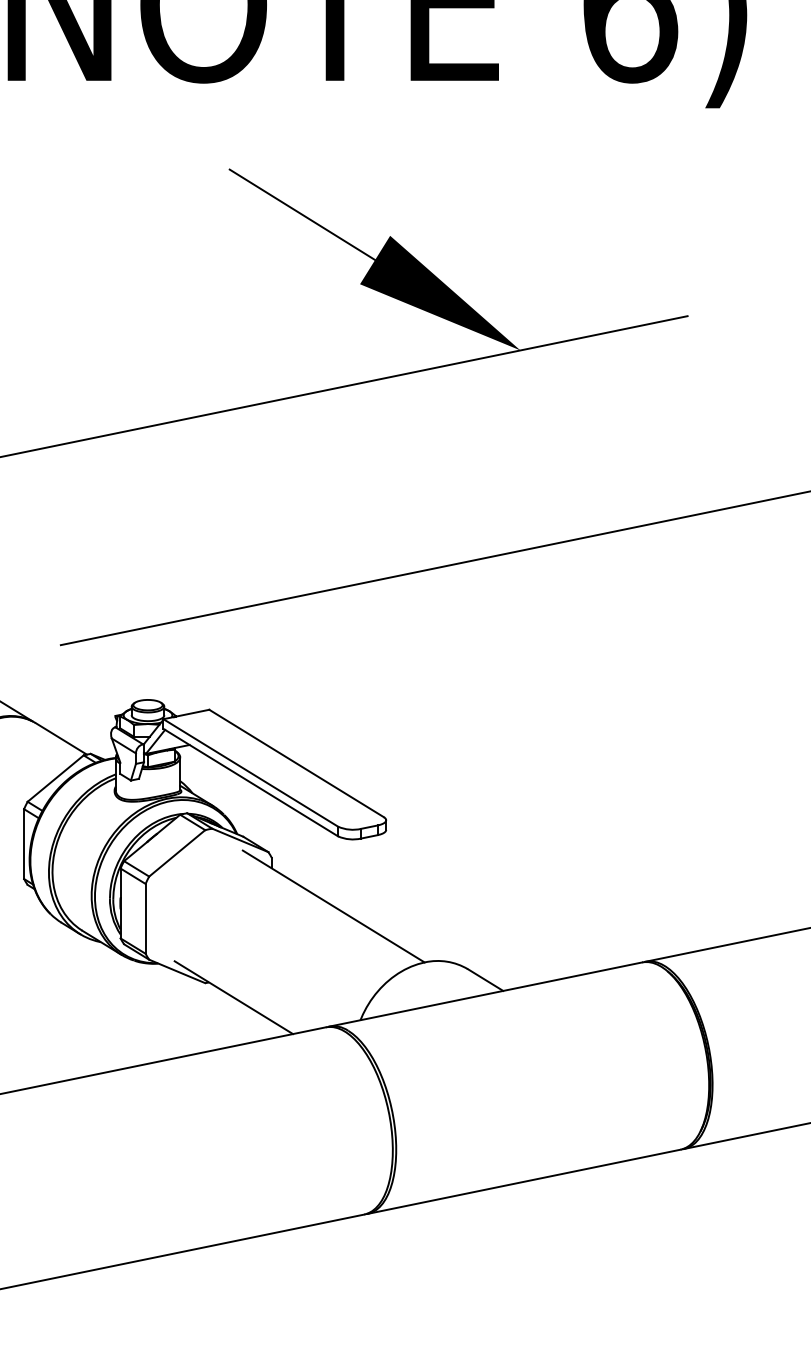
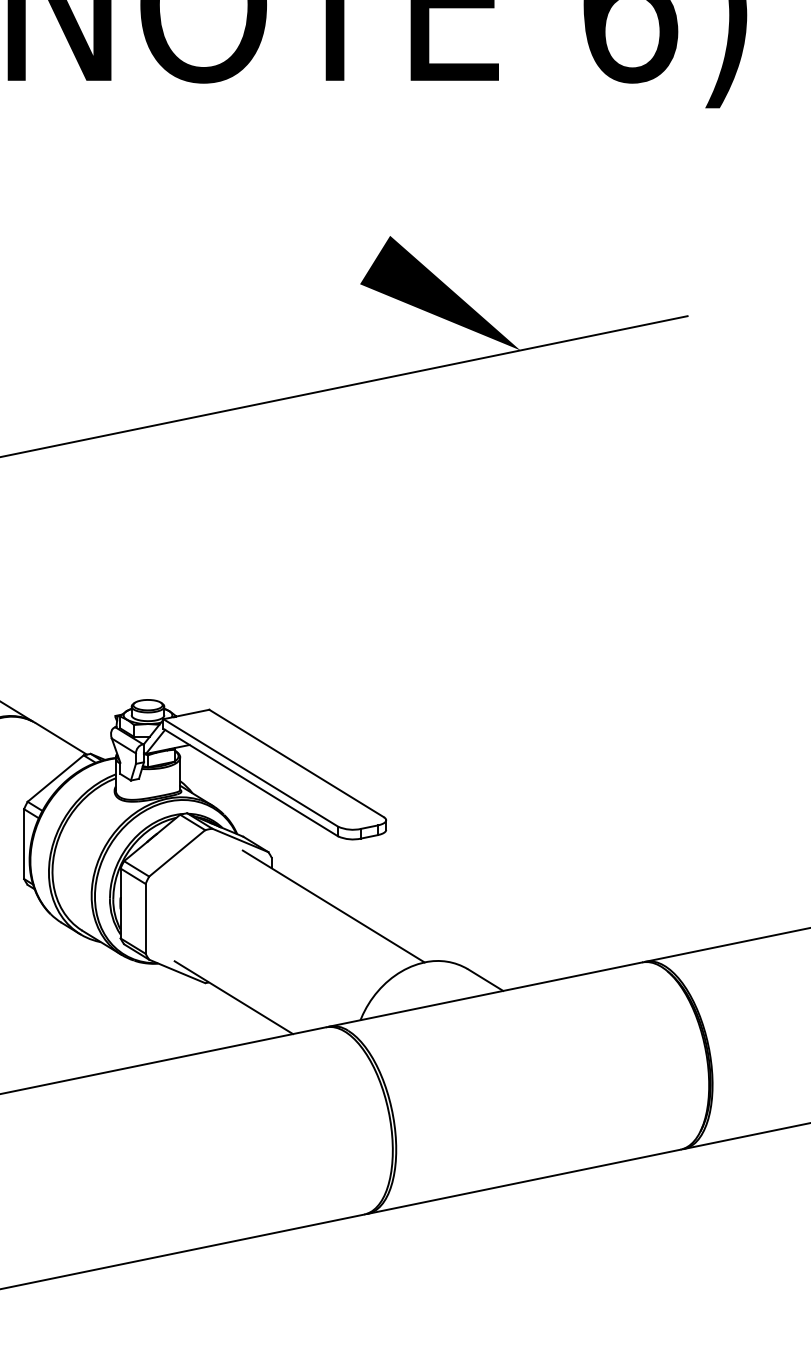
line at (302, 214): present -> none
line at (433, 568): present -> none
